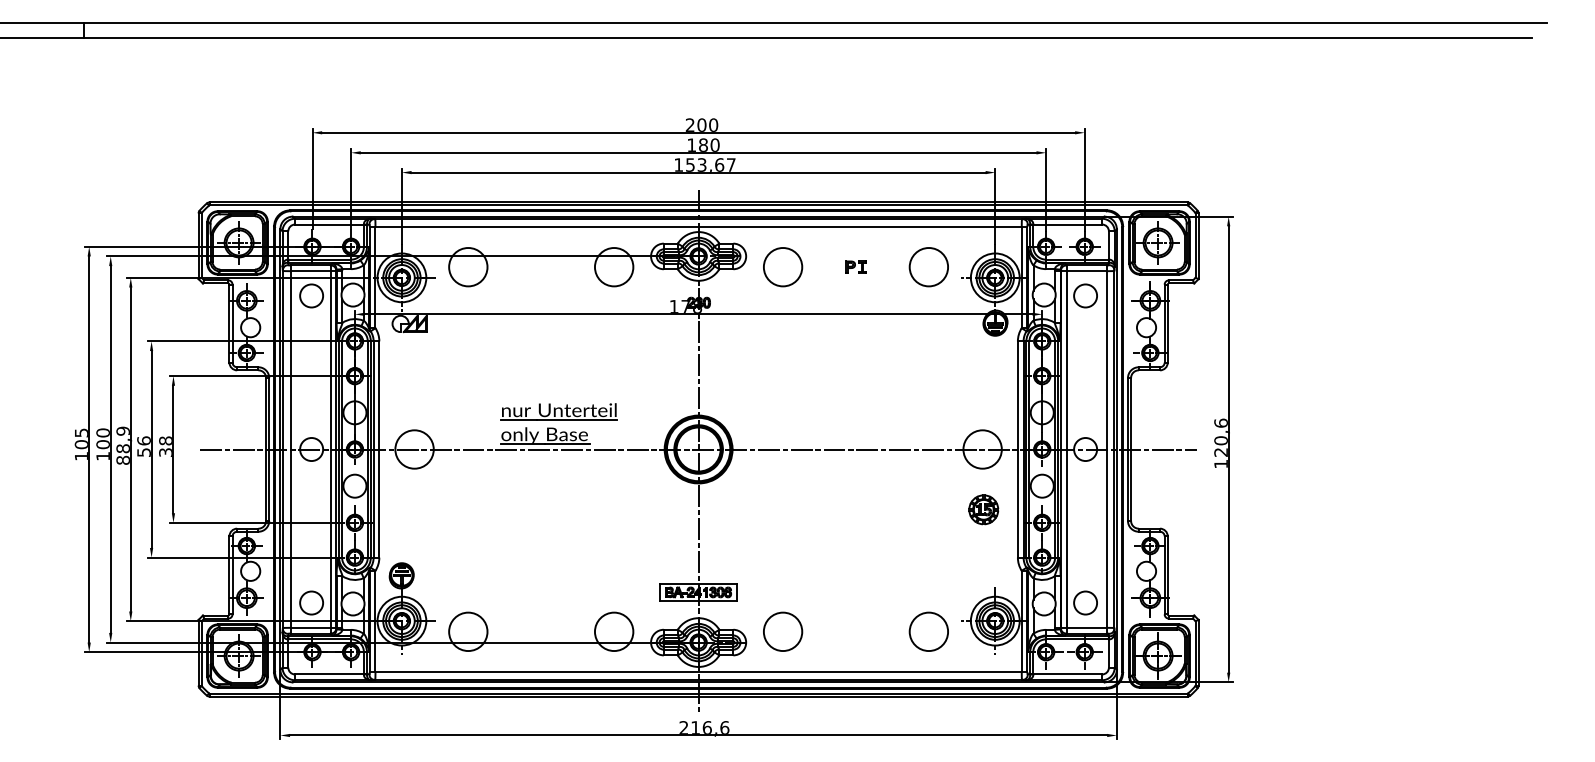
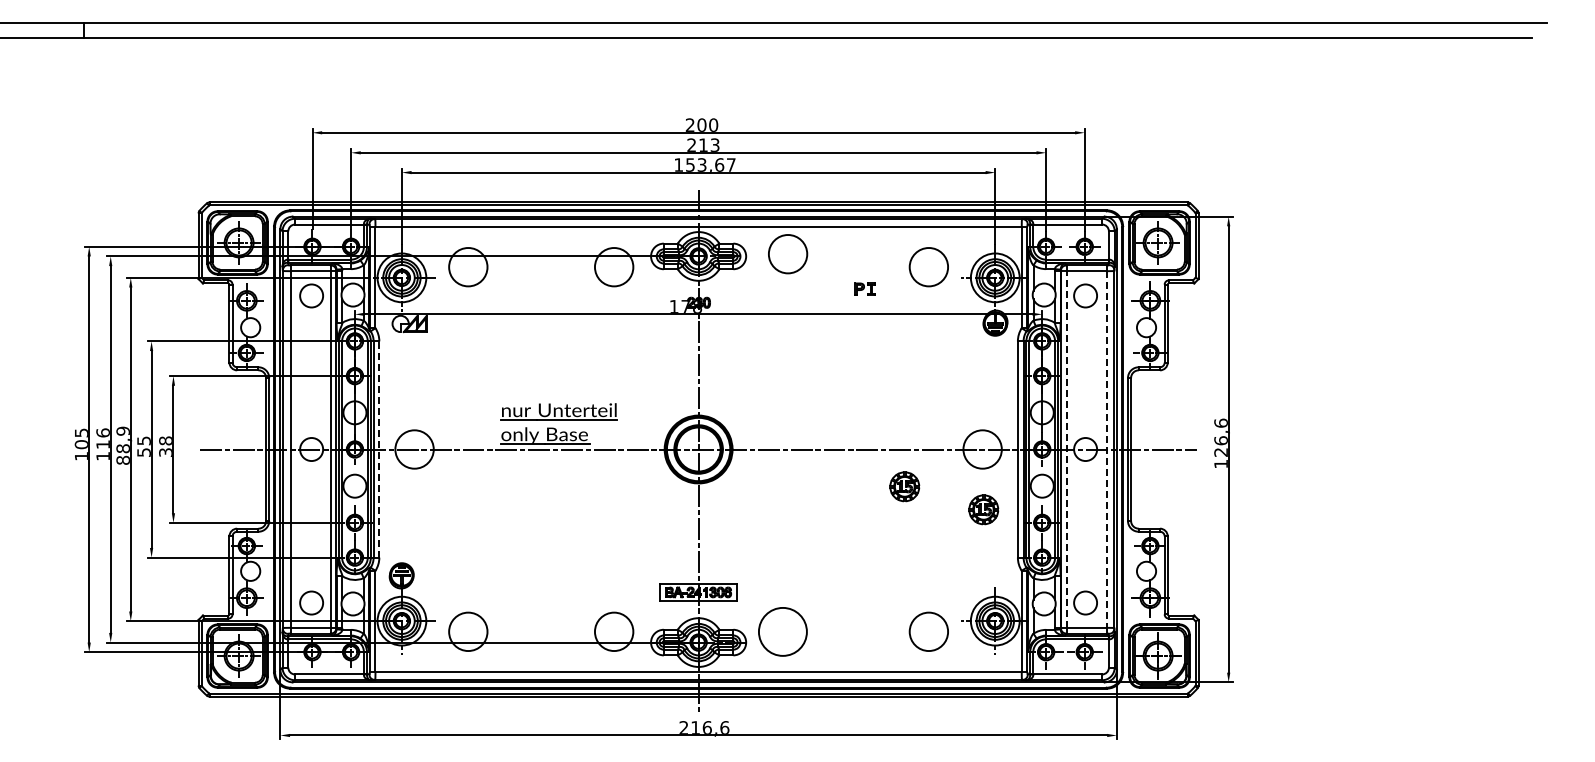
text at (703, 144): 180 -> 213
part at (855, 266) position: (855, 266) -> (864, 288)
circle at (783, 267) position: (783, 267) -> (788, 254)
text at (102, 438): 100 -> 116
text at (143, 440): 56 -> 55
text at (1220, 440): 120,6 -> 126,6
line at (379, 449): solid -> dashed
line at (1066, 449): solid -> dashed
line at (1106, 450): solid -> dashed
part at (904, 486): none -> present
circle at (783, 631) size: 41x41 px -> 50x50 px
